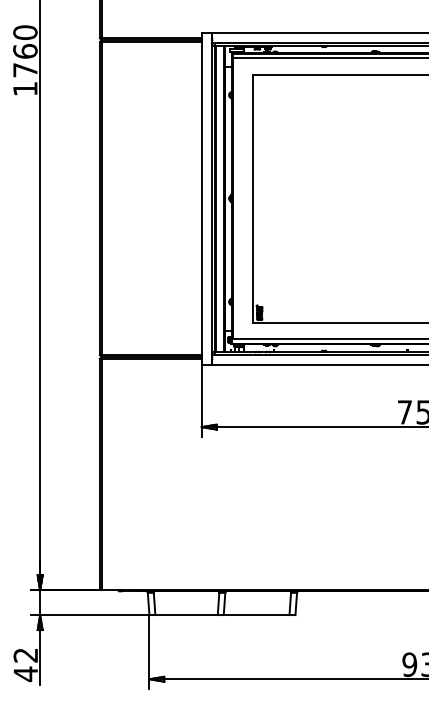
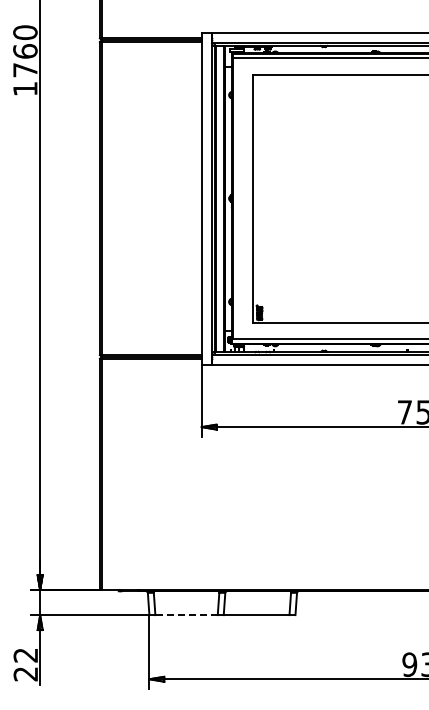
line at (186, 615): solid -> dashed
text at (25, 674): 42 -> 22
